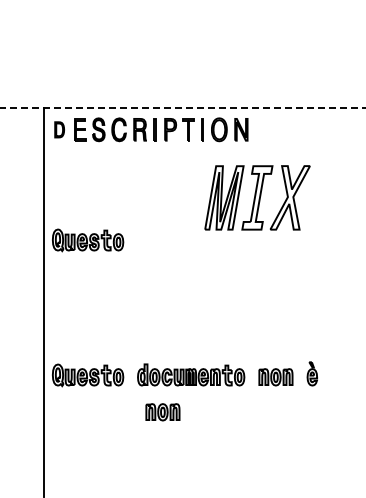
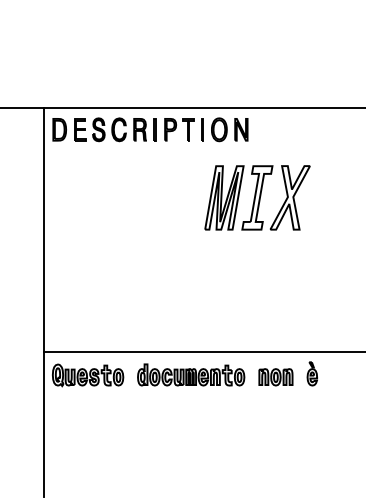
line at (183, 107): dashed -> solid
part at (59, 129) size: 11x18 px -> 15x24 px
part at (88, 240): present -> none
line at (202, 352): none -> present
part at (162, 412): present -> none
